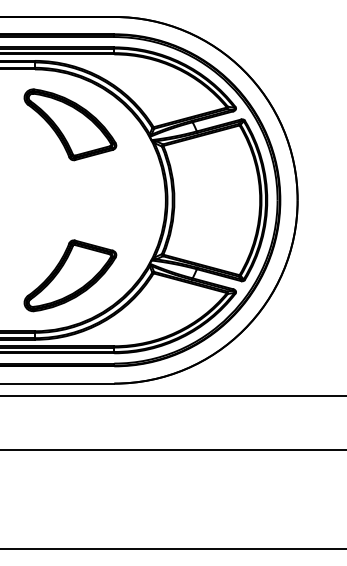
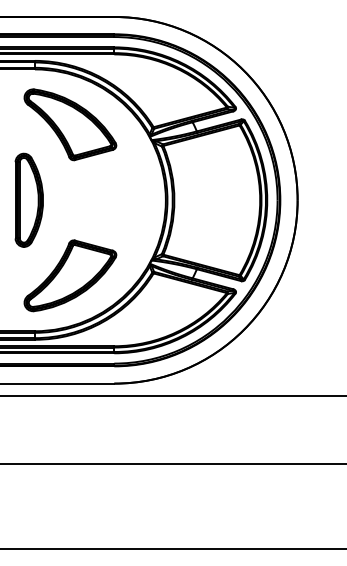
part at (28, 199): none -> present
line at (172, 450) position: (172, 450) -> (172, 464)
